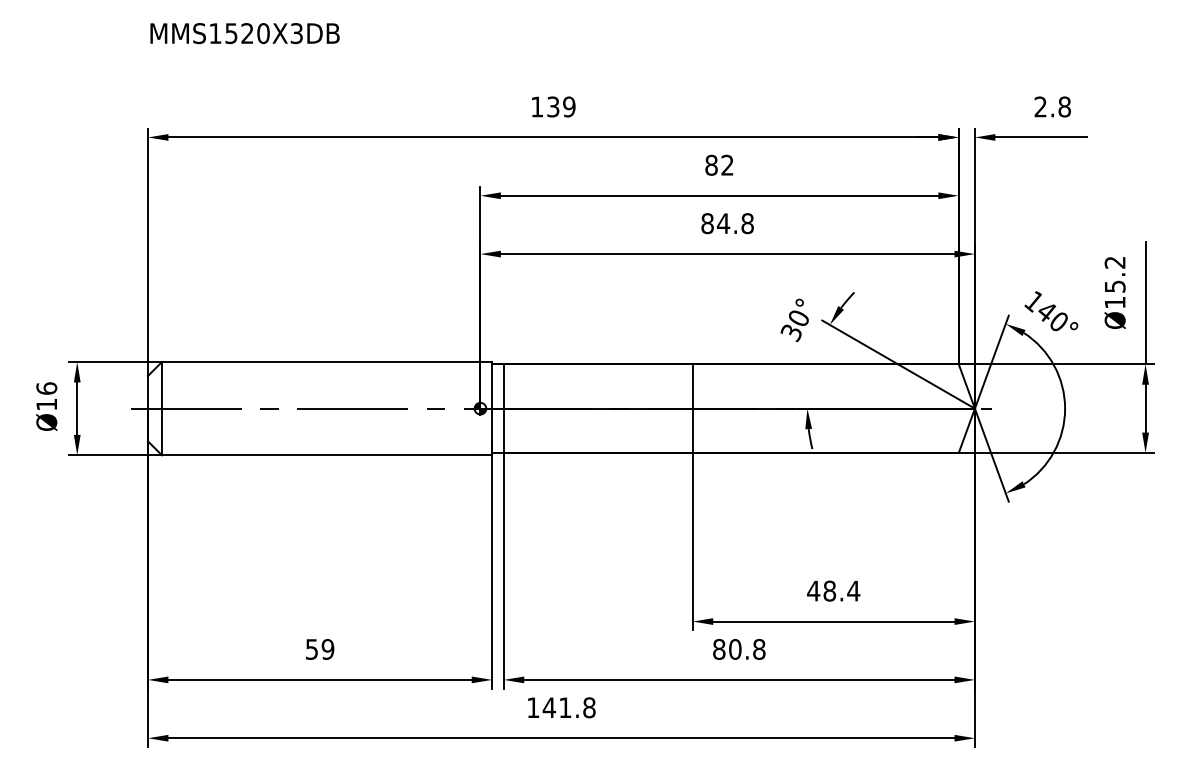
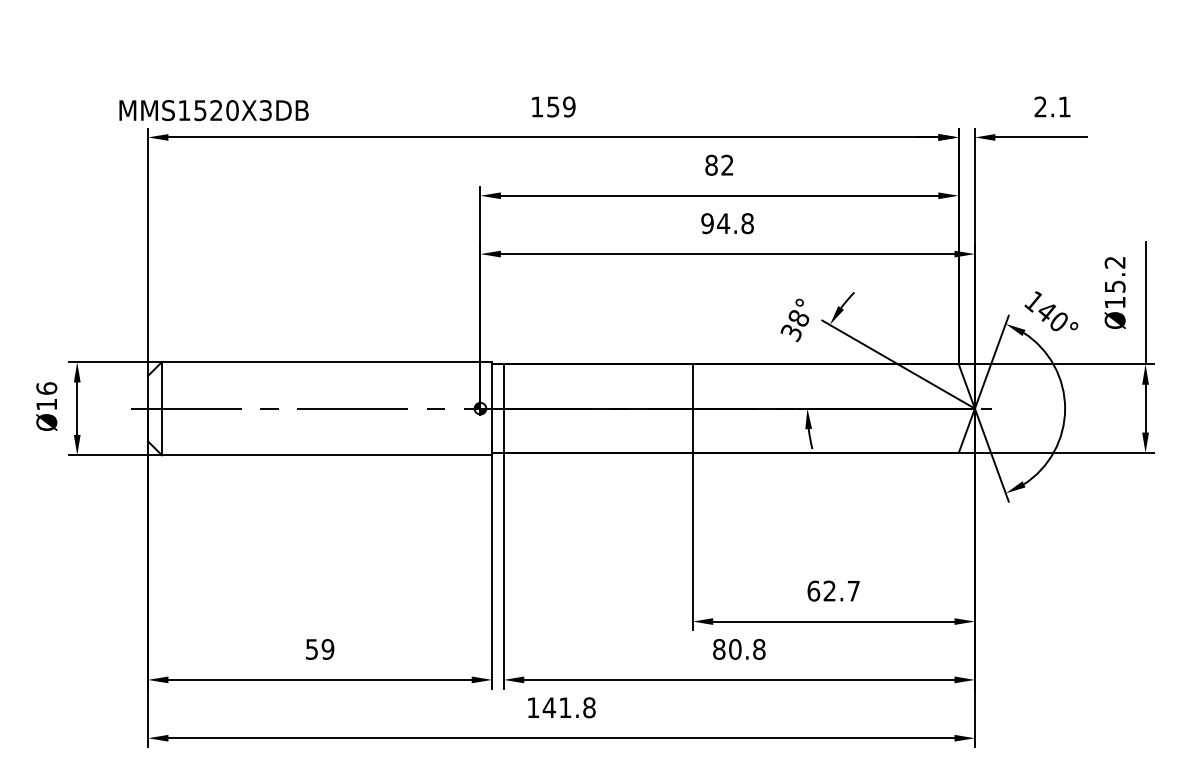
text at (244, 33) position: (244, 33) -> (213, 110)
text at (553, 106): 139 -> 159
text at (1064, 106): 2.8 -> 2.1
text at (707, 223): 84.8 -> 94.8
text at (798, 318): 30° -> 38°
text at (833, 590): 48.4 -> 62.7
